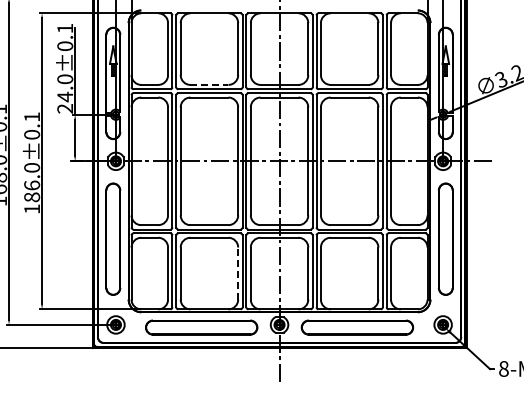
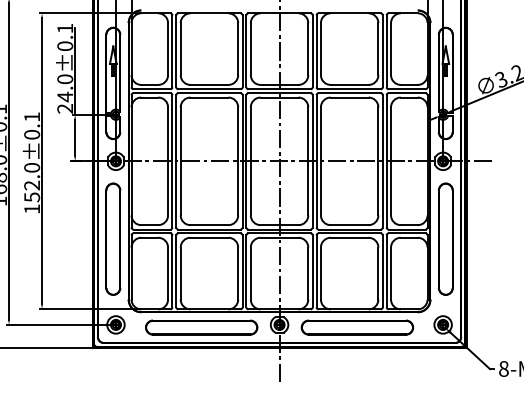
line at (209, 84): dashed -> solid
text at (32, 191): 186.0±0.1 -> 152.0±0.1
line at (238, 273): dashed -> solid
